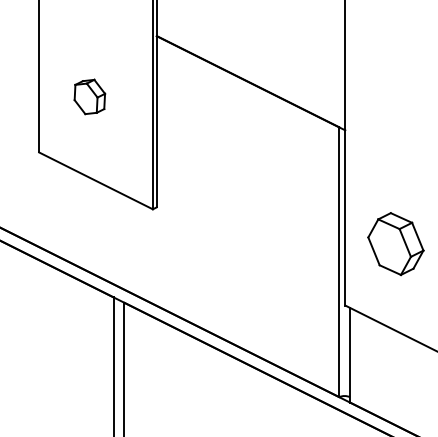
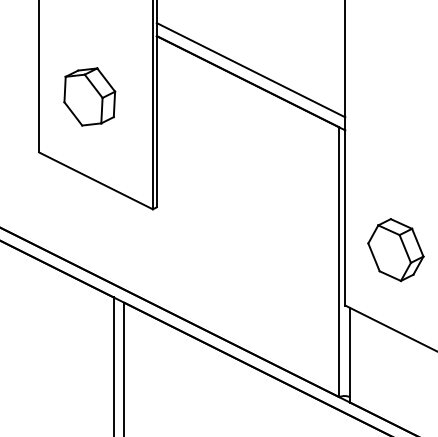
line at (250, 70): none -> present
part at (89, 96) size: 34x38 px -> 54x60 px
part at (395, 244) position: (395, 244) -> (395, 250)
